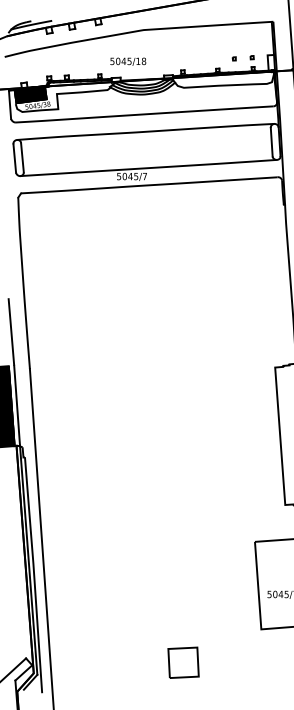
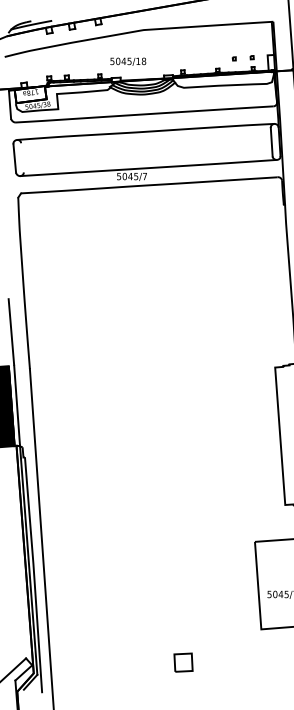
fill at (30, 94): present -> none
line at (22, 157): present -> none
part at (183, 662) size: 33x33 px -> 21x21 px
